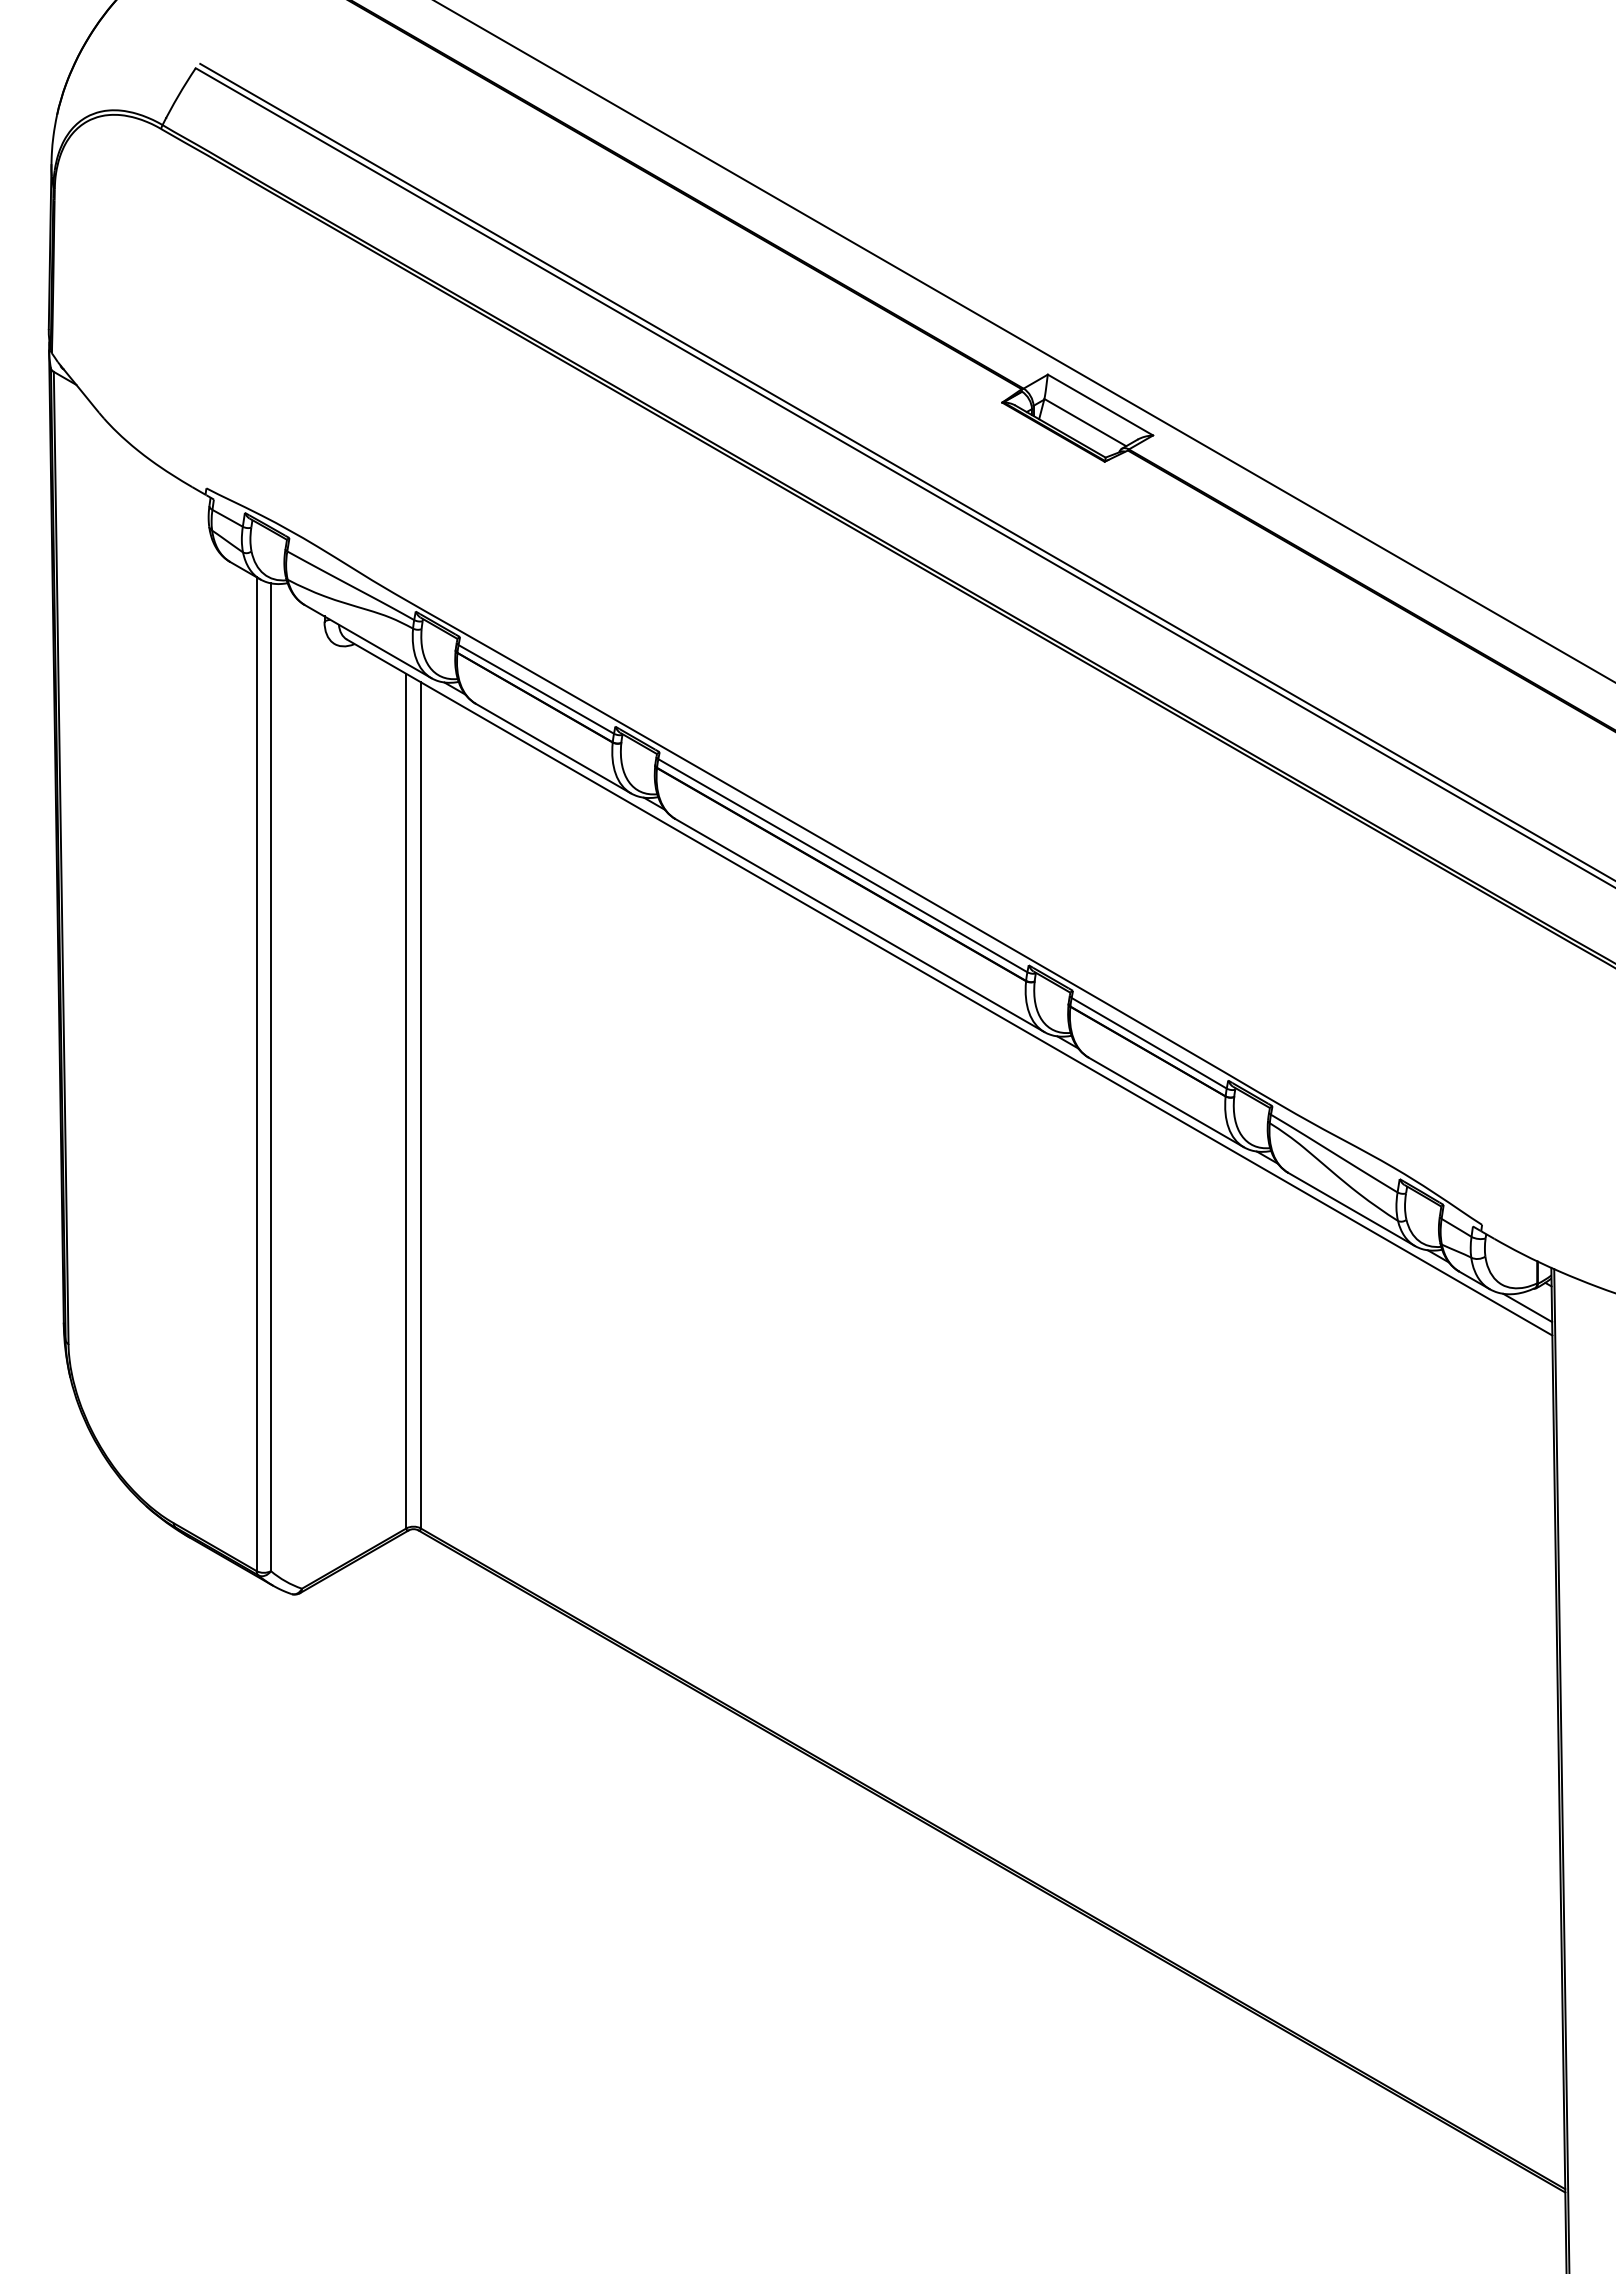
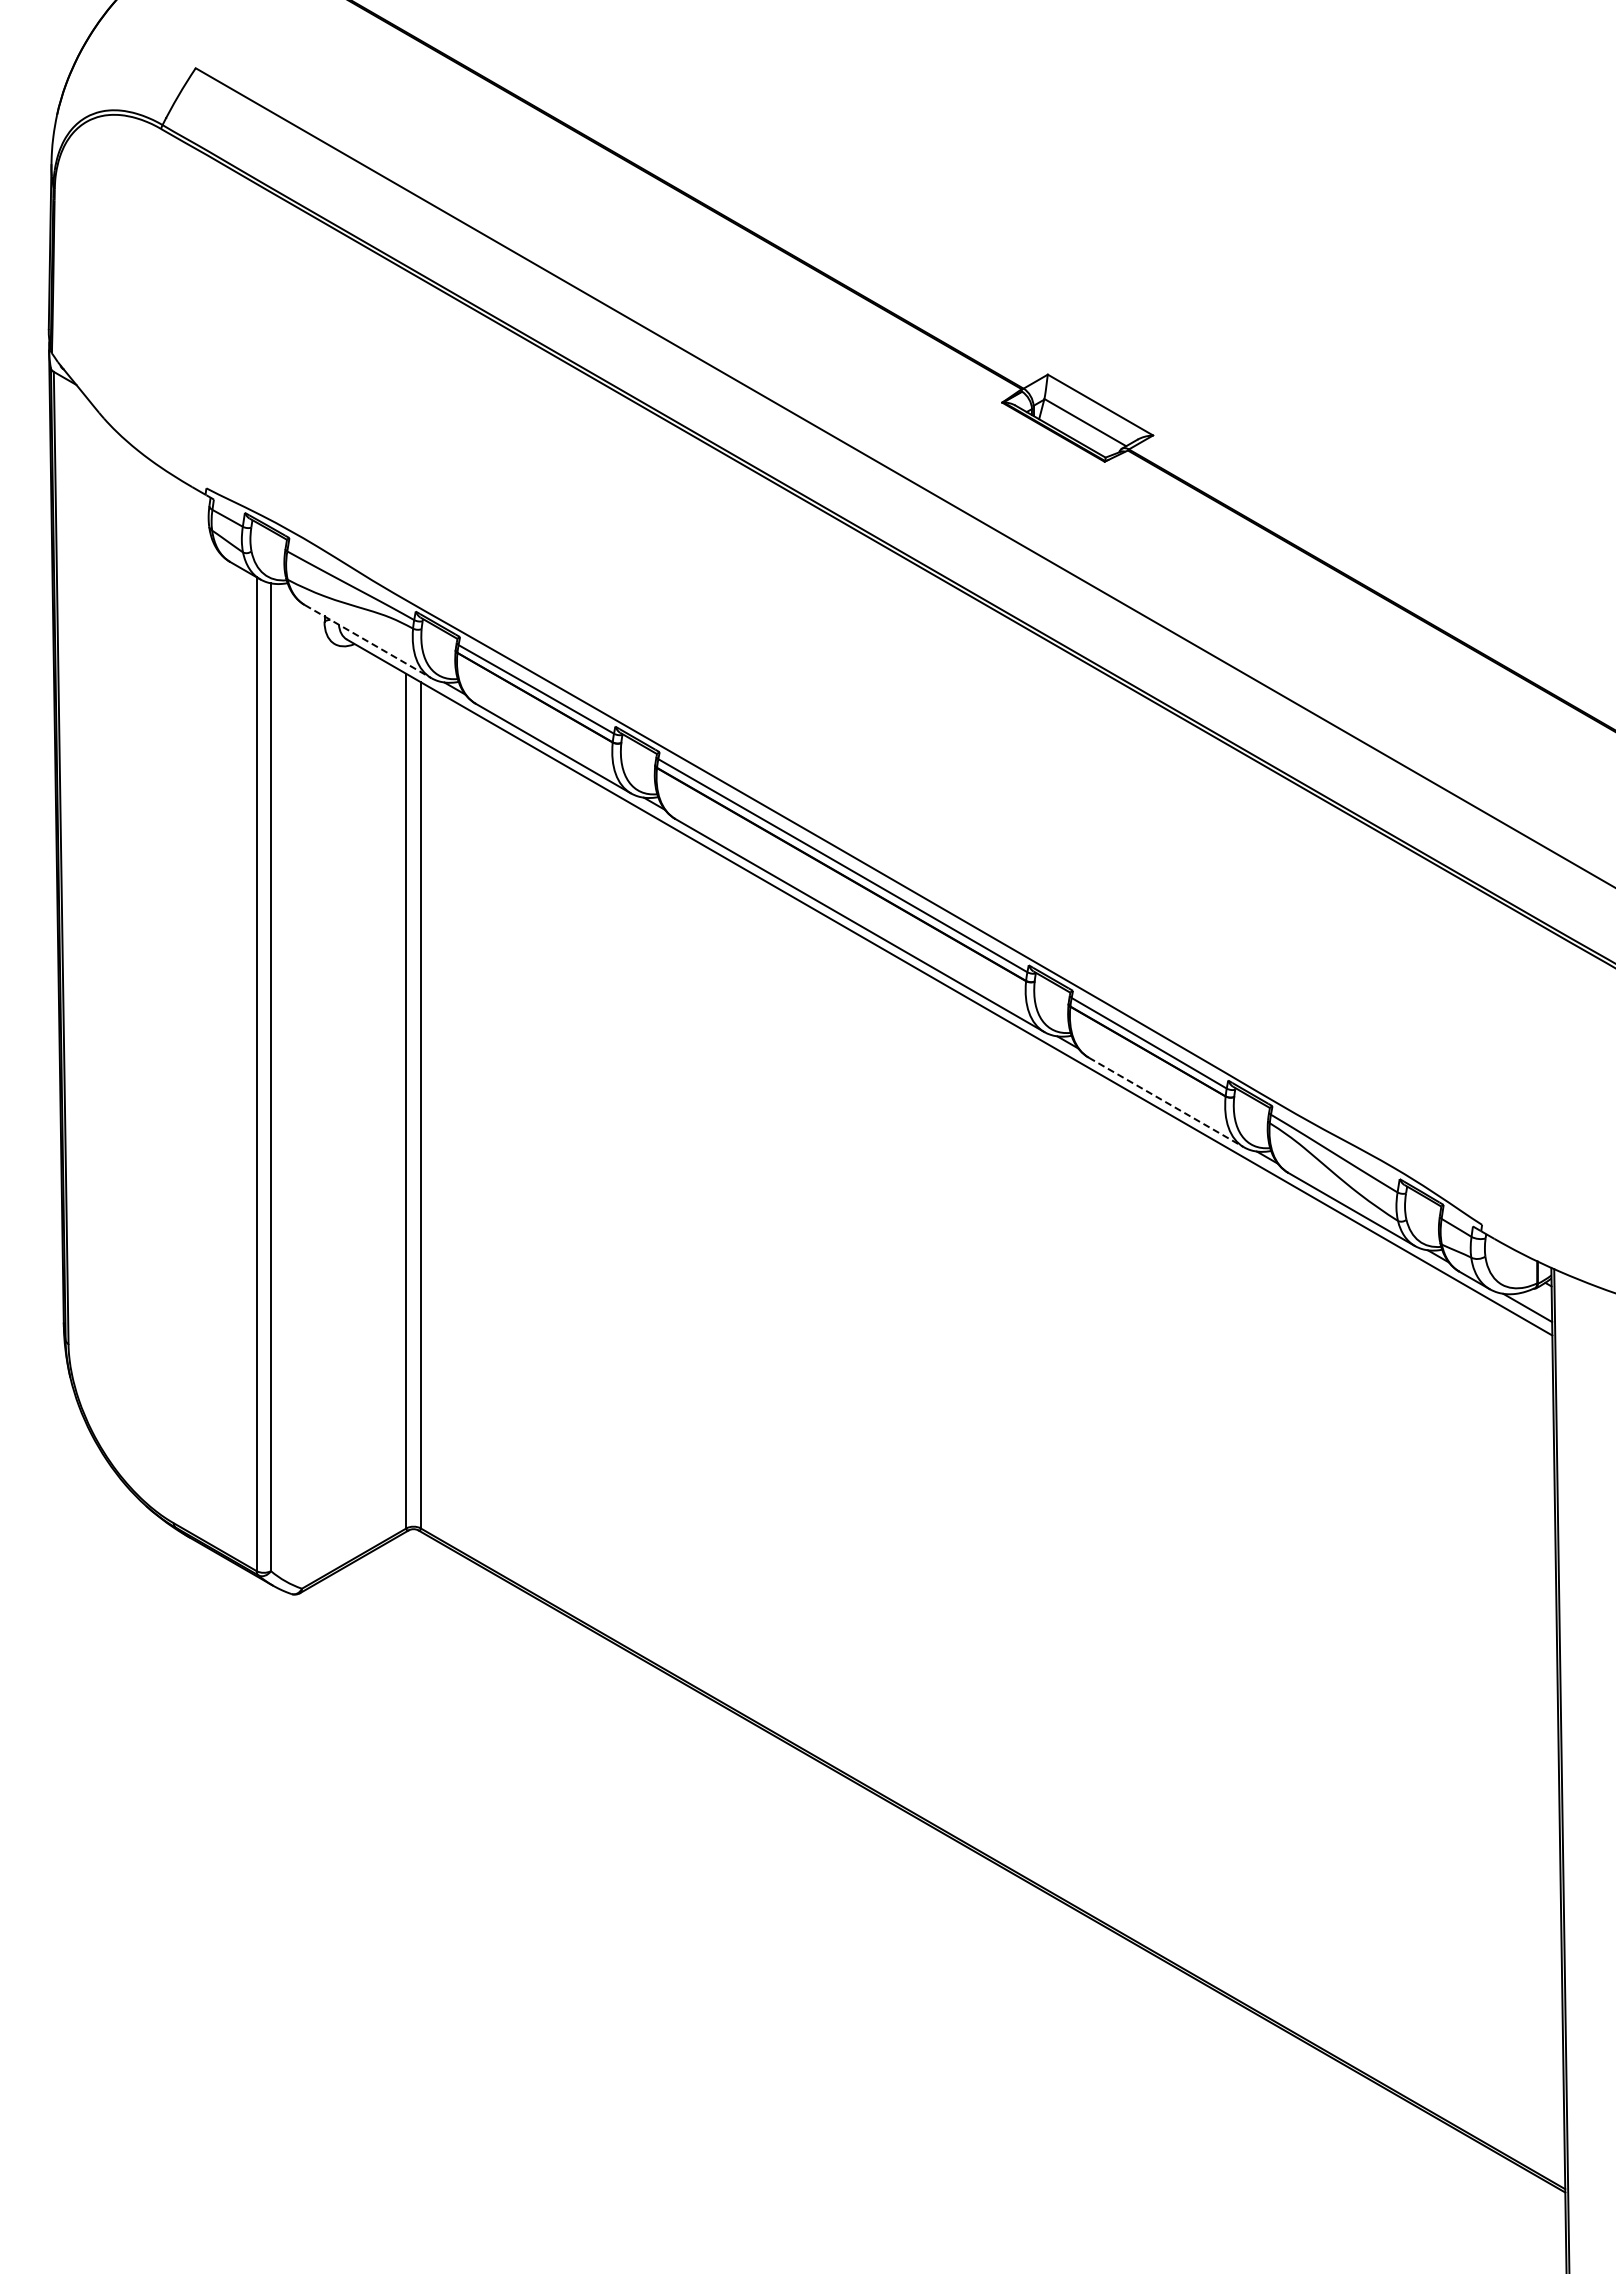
line at (1024, 341): present -> none
line at (906, 471): present -> none
line at (368, 641): solid -> dashed
line at (1166, 1102): solid -> dashed
